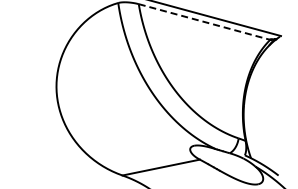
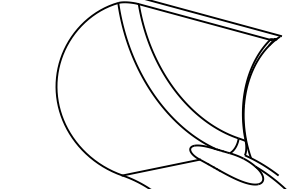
line at (204, 22): dashed -> solid
